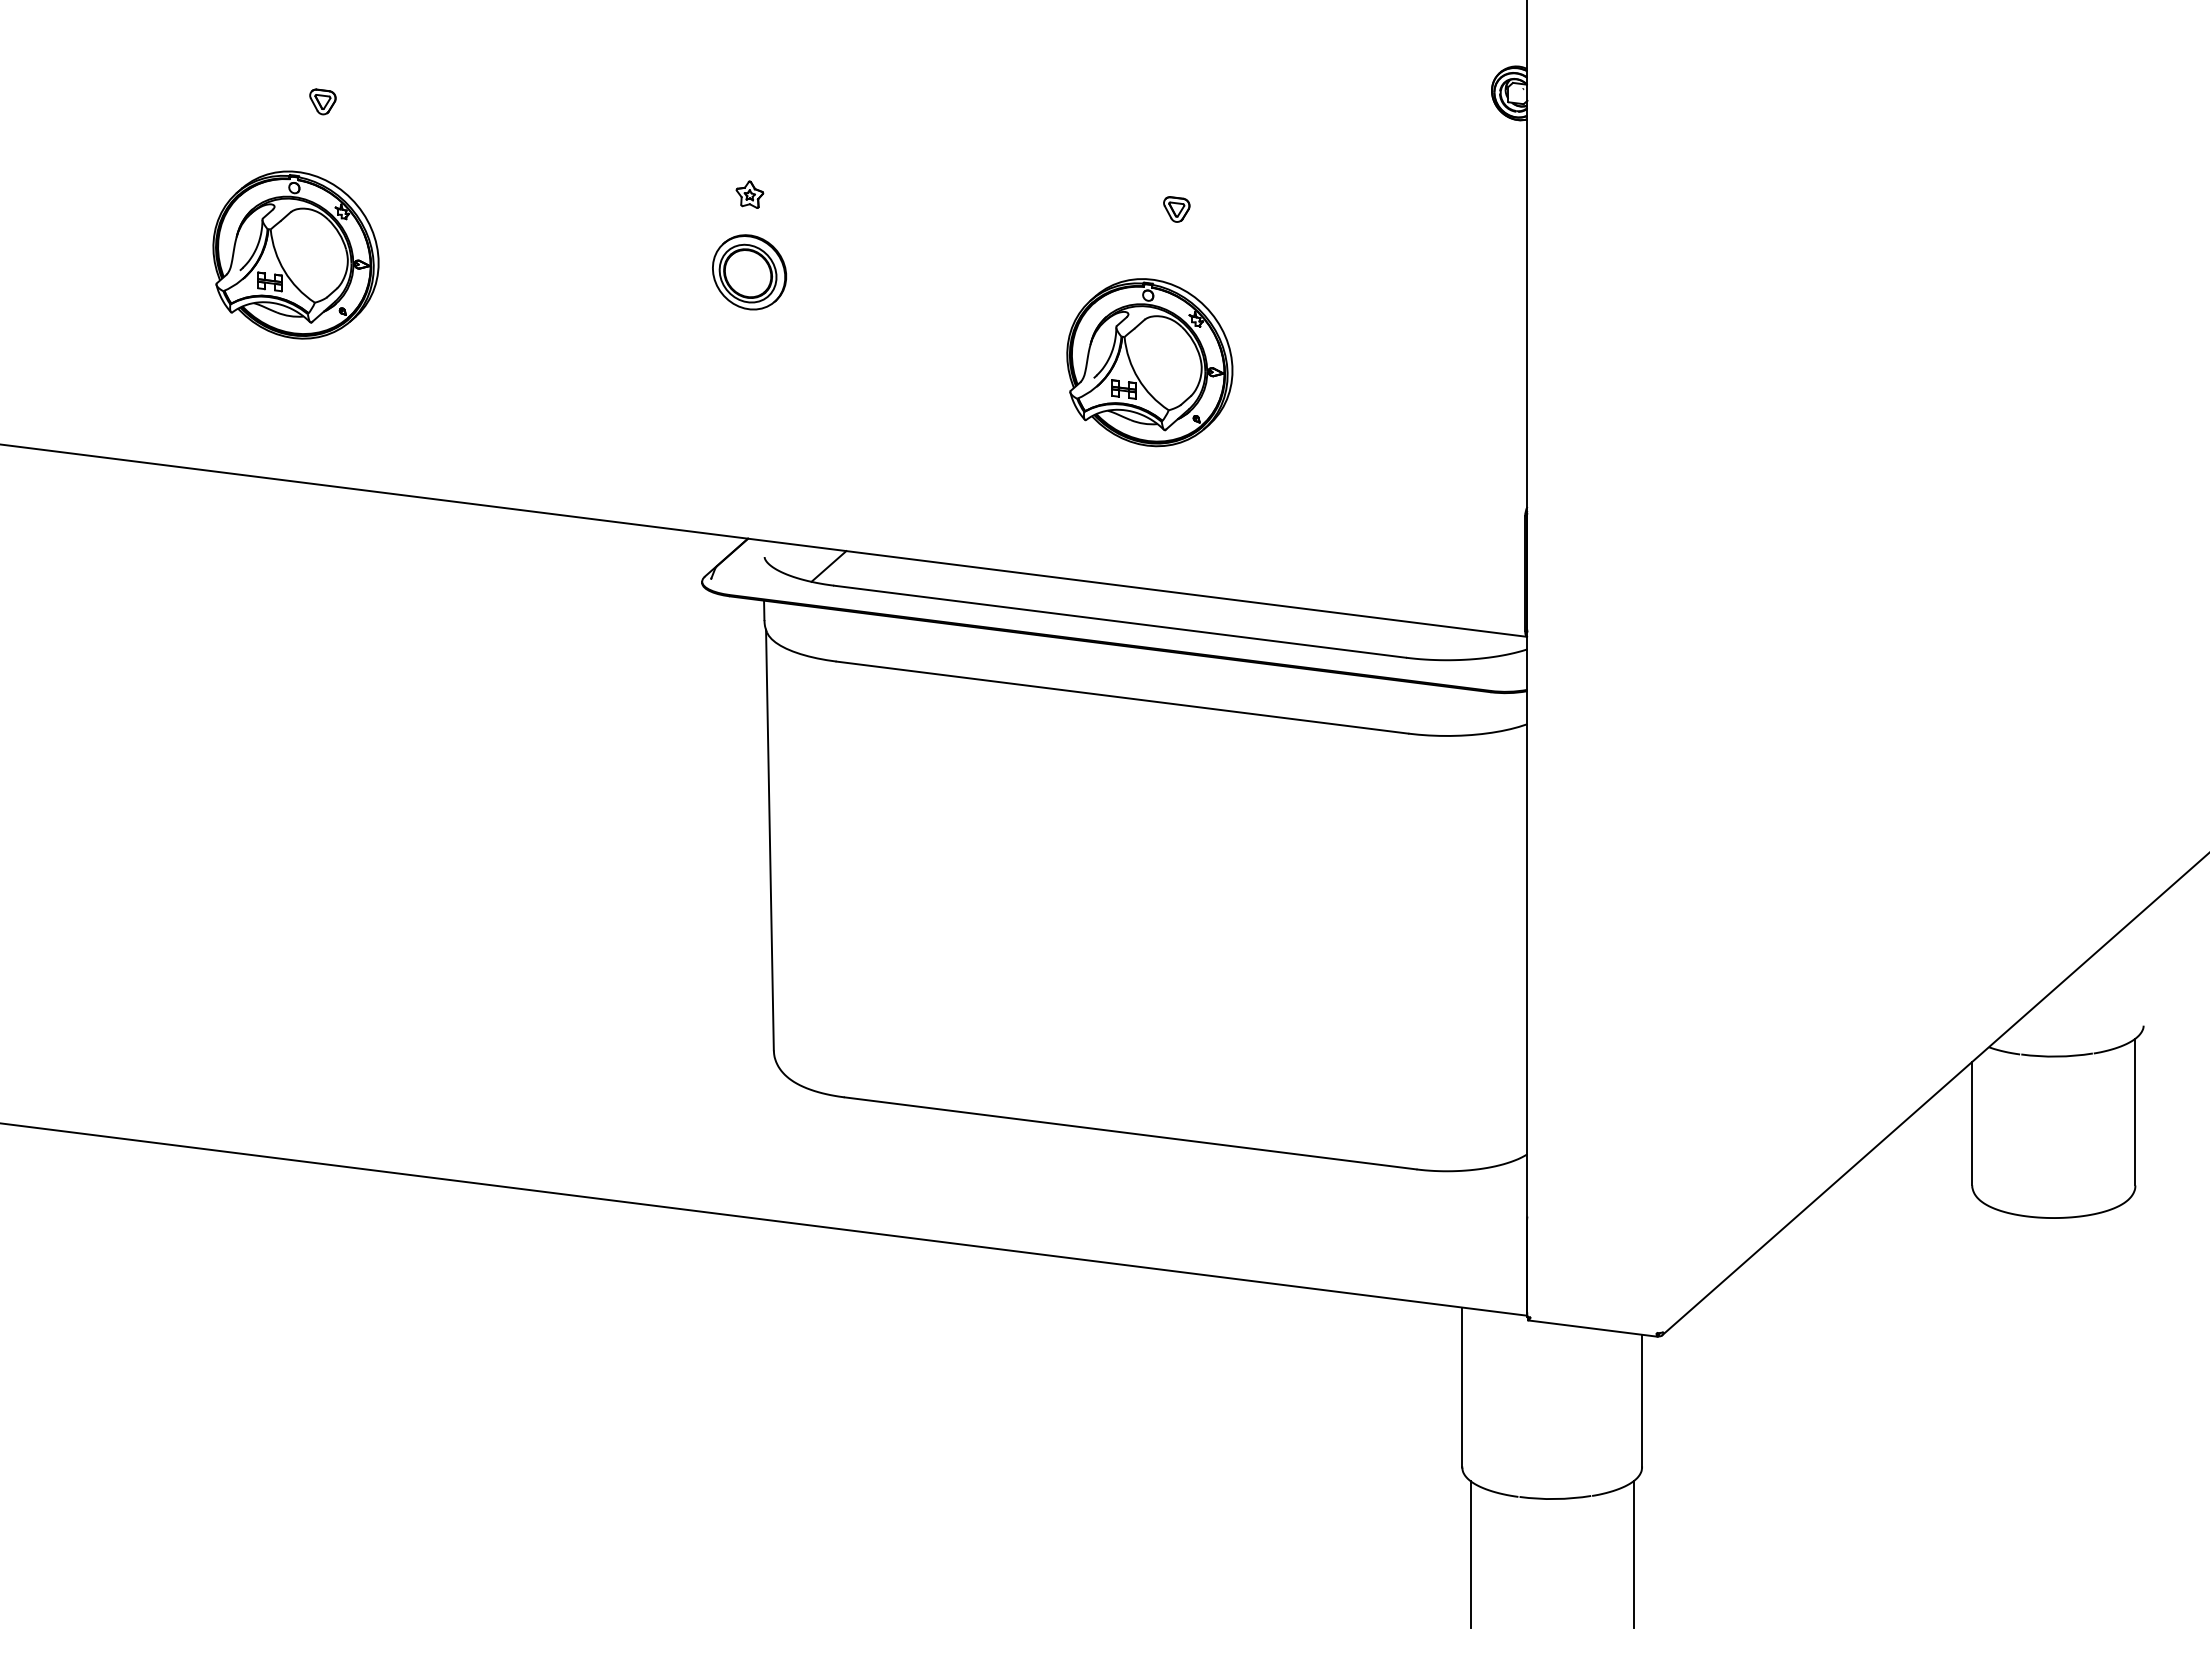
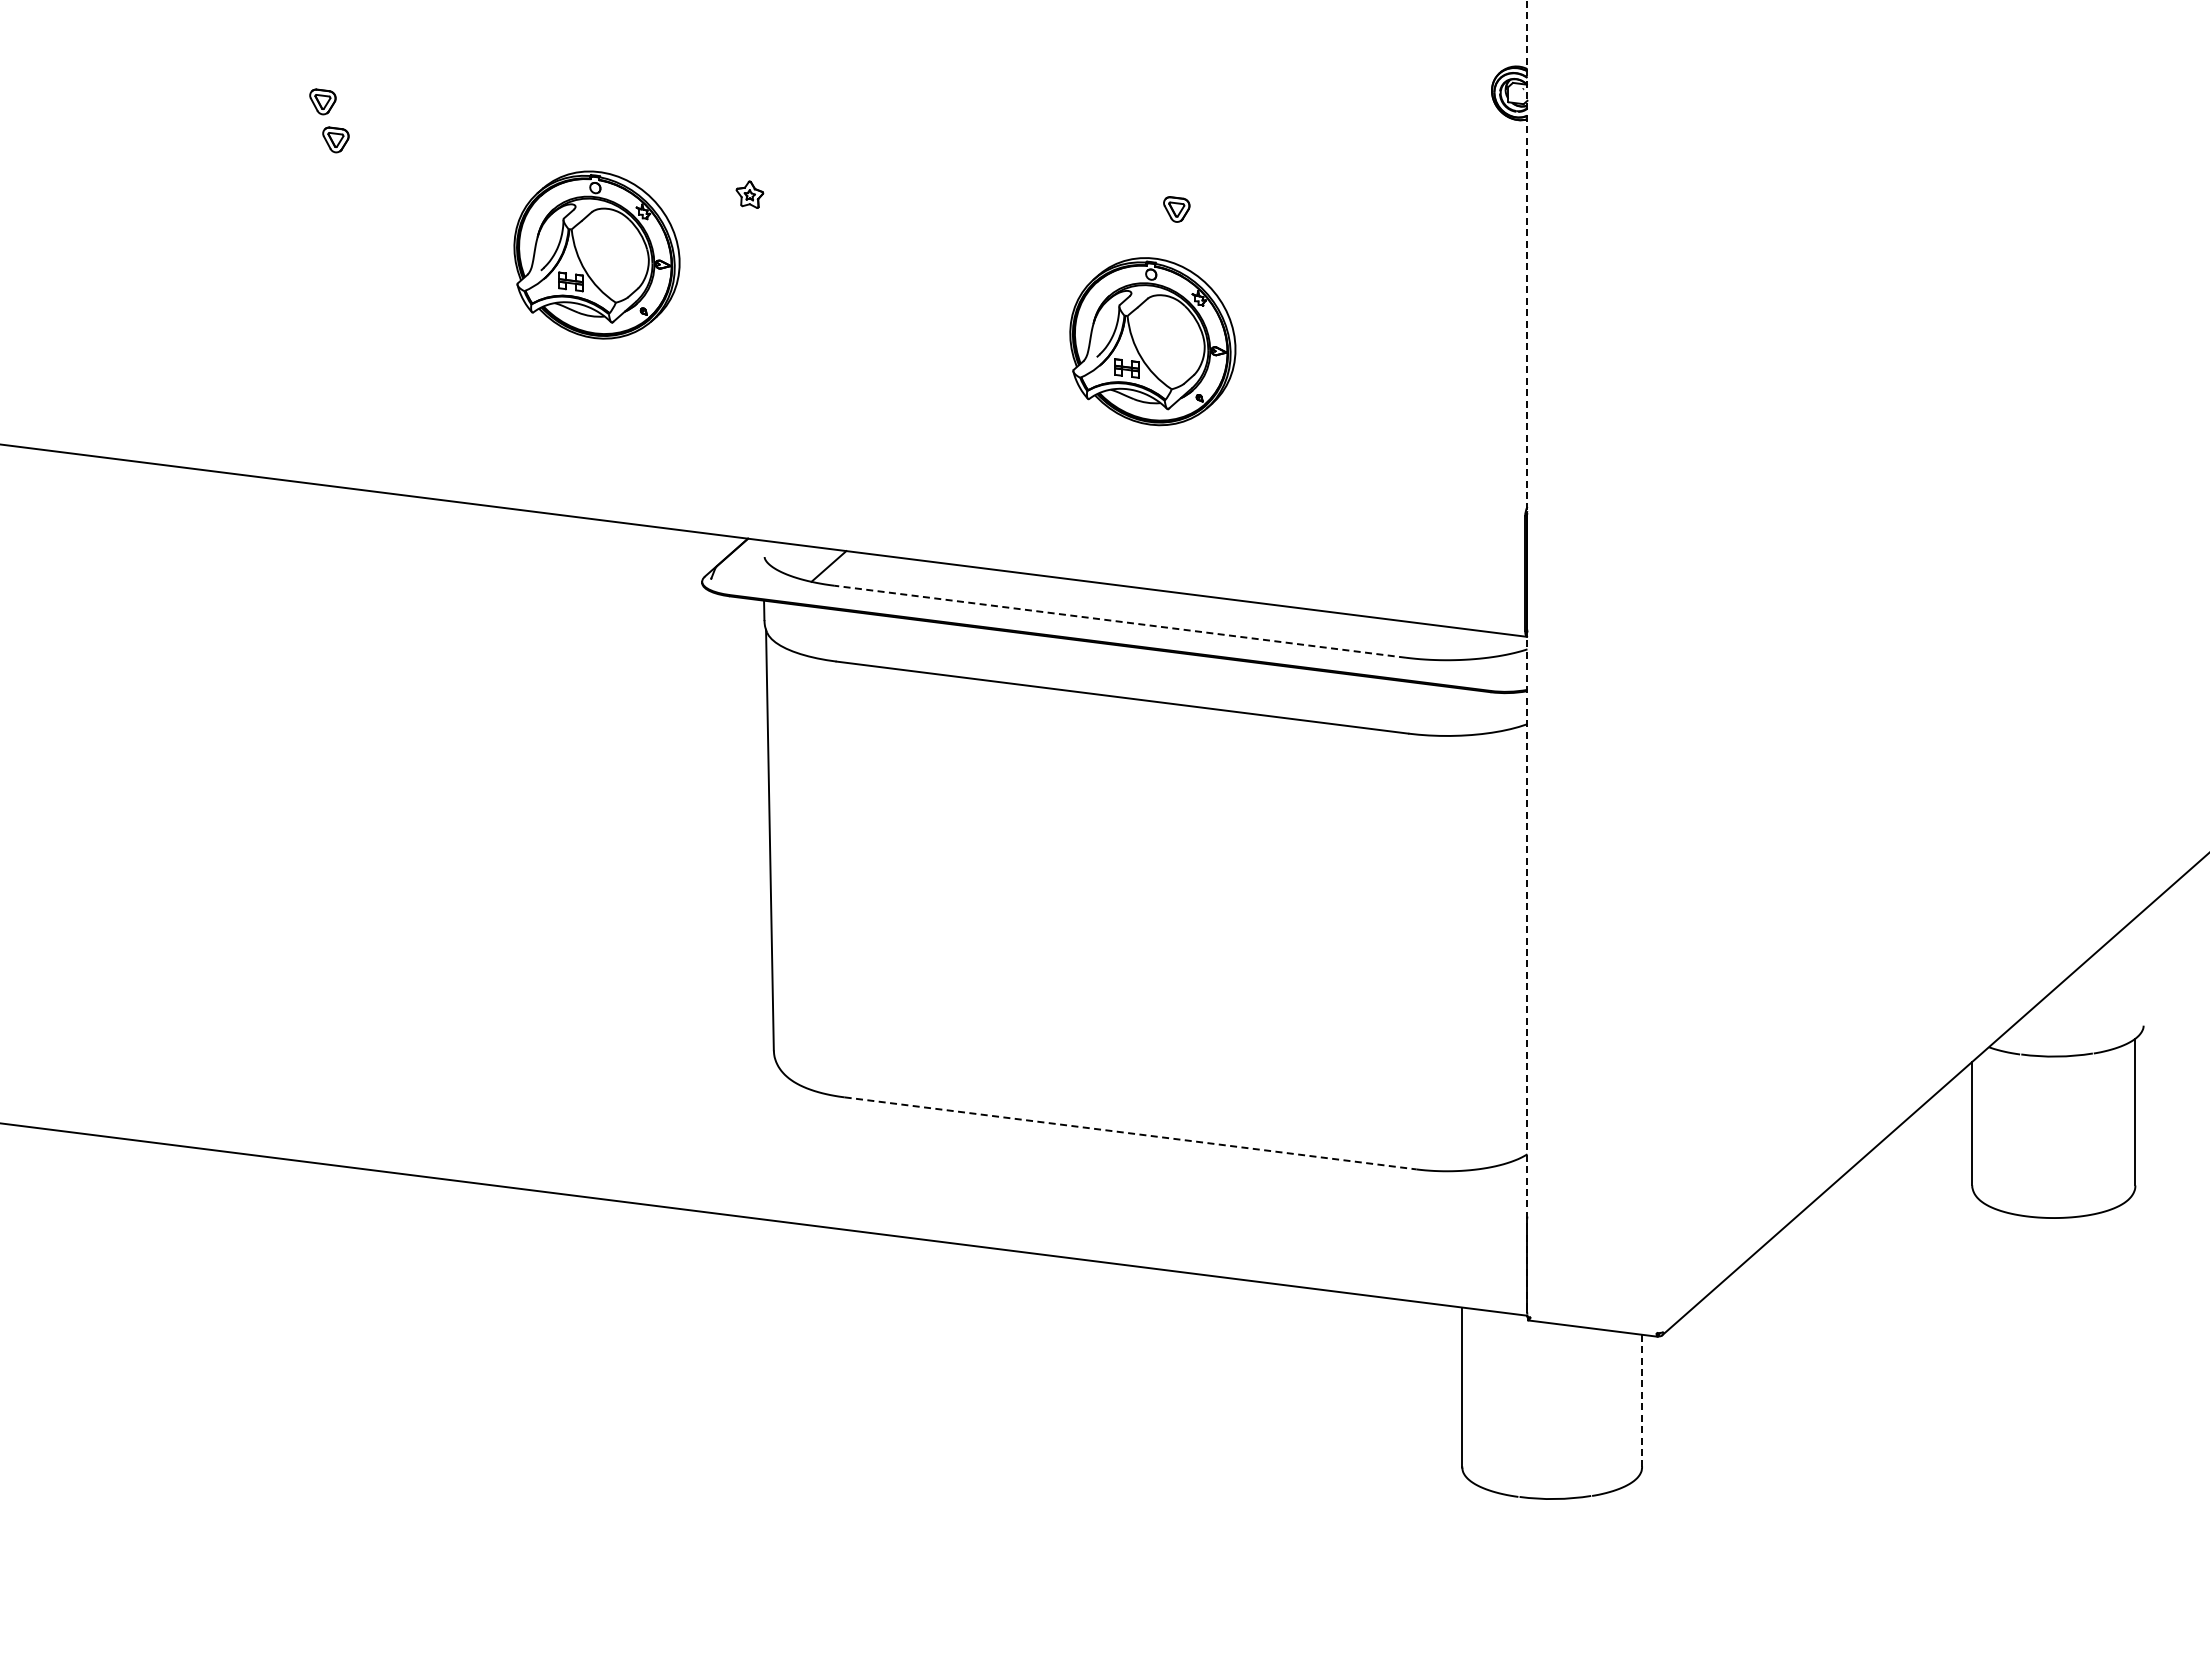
part at (335, 139): none -> present
part at (295, 254) position: (295, 254) -> (596, 254)
part at (749, 272): present -> none
part at (1149, 362) position: (1149, 362) -> (1152, 341)
line at (1119, 621): solid -> dashed
line at (1527, 659): solid -> dashed
line at (1131, 1133): solid -> dashed
line at (1642, 1400): solid -> dashed
line at (1470, 1554): present -> none
line at (1633, 1554): present -> none
